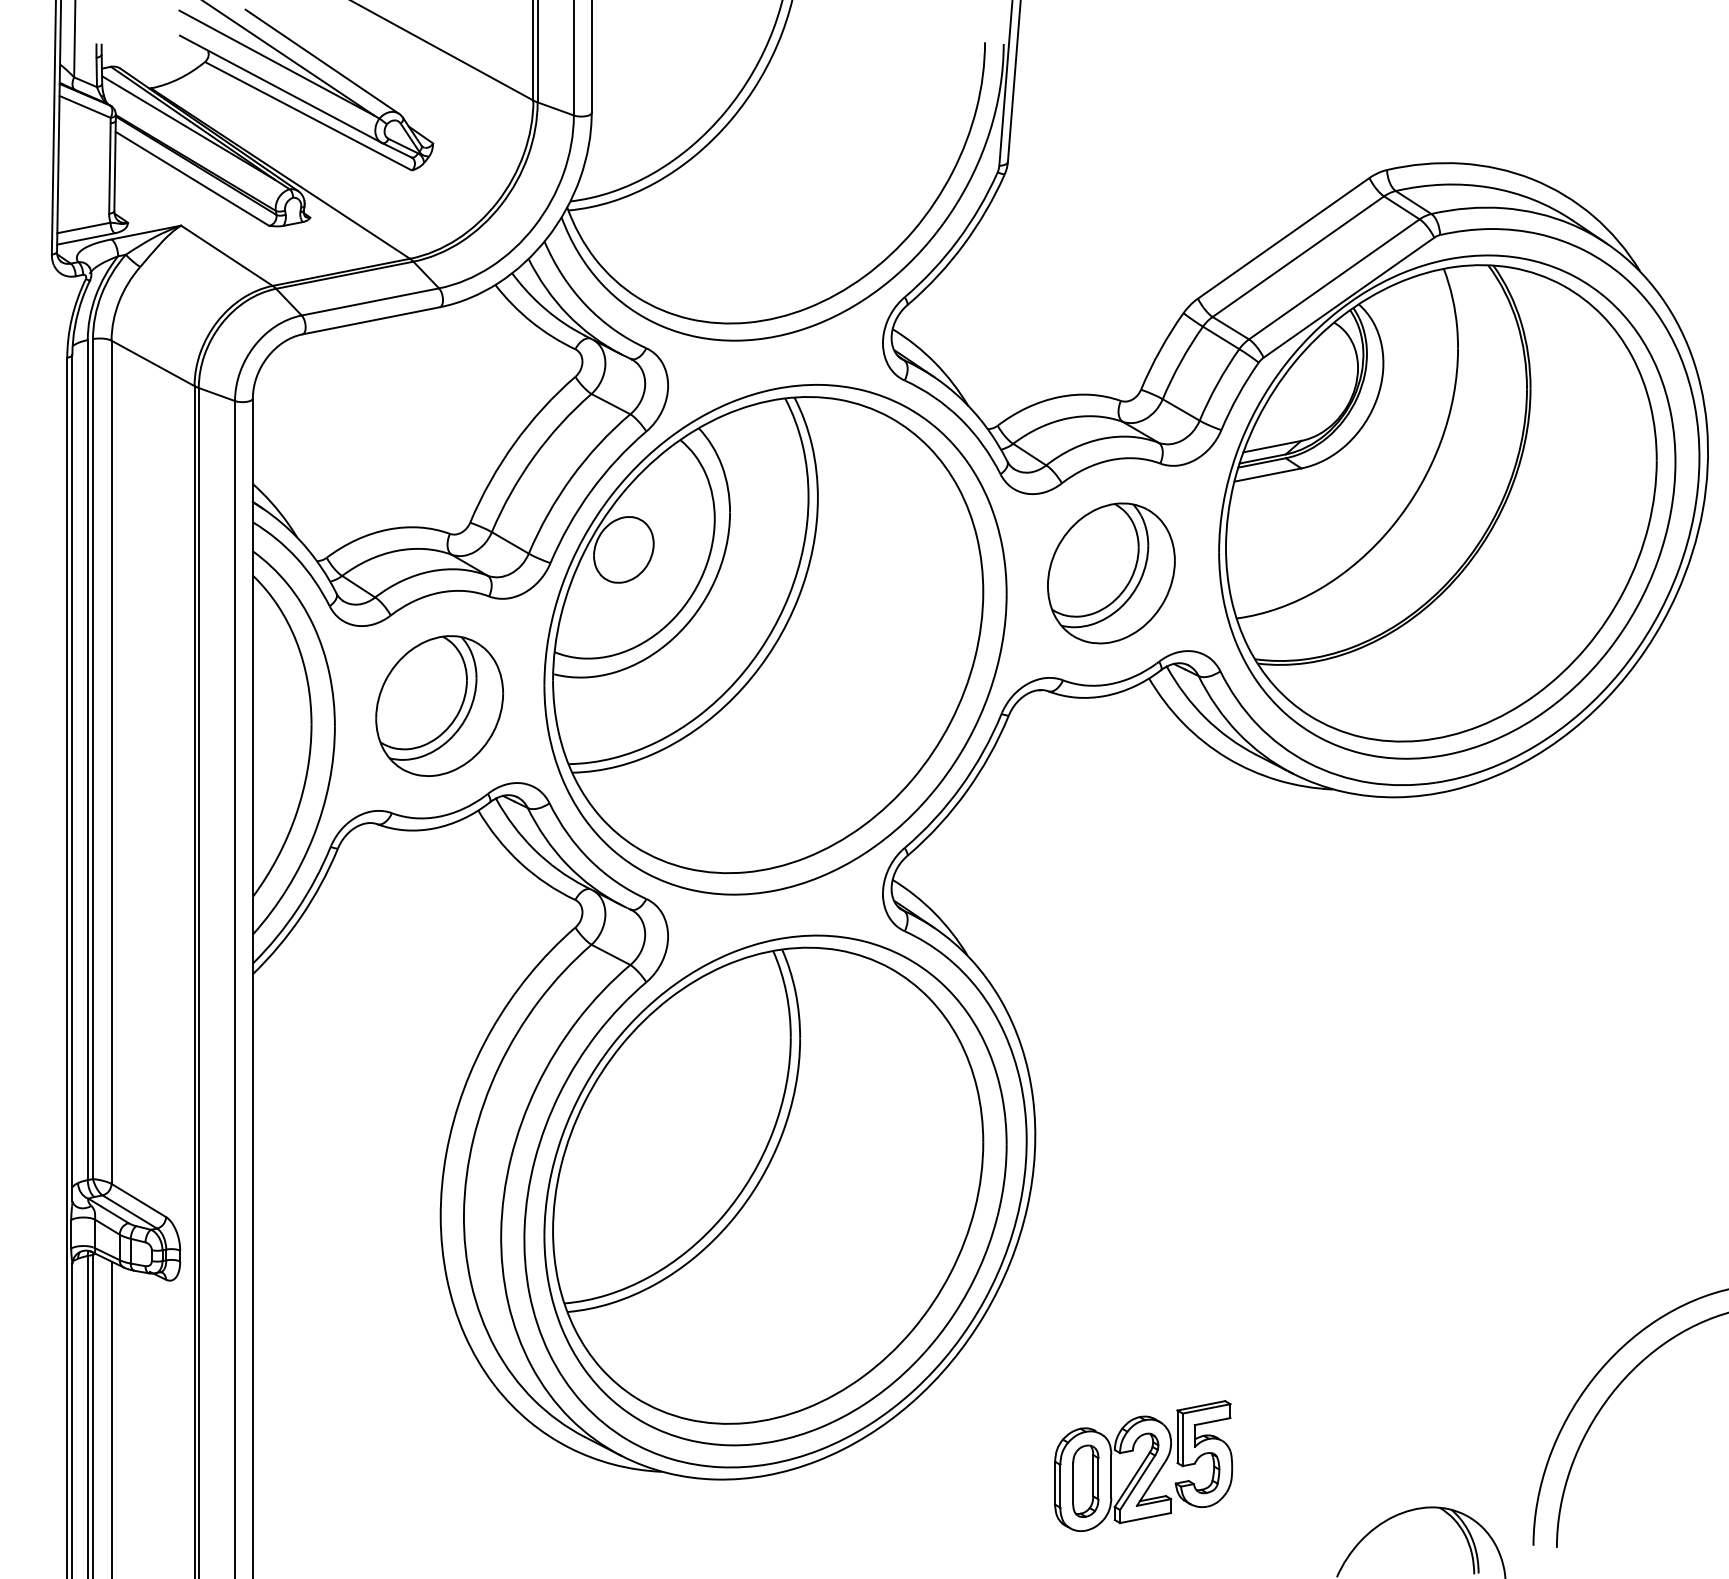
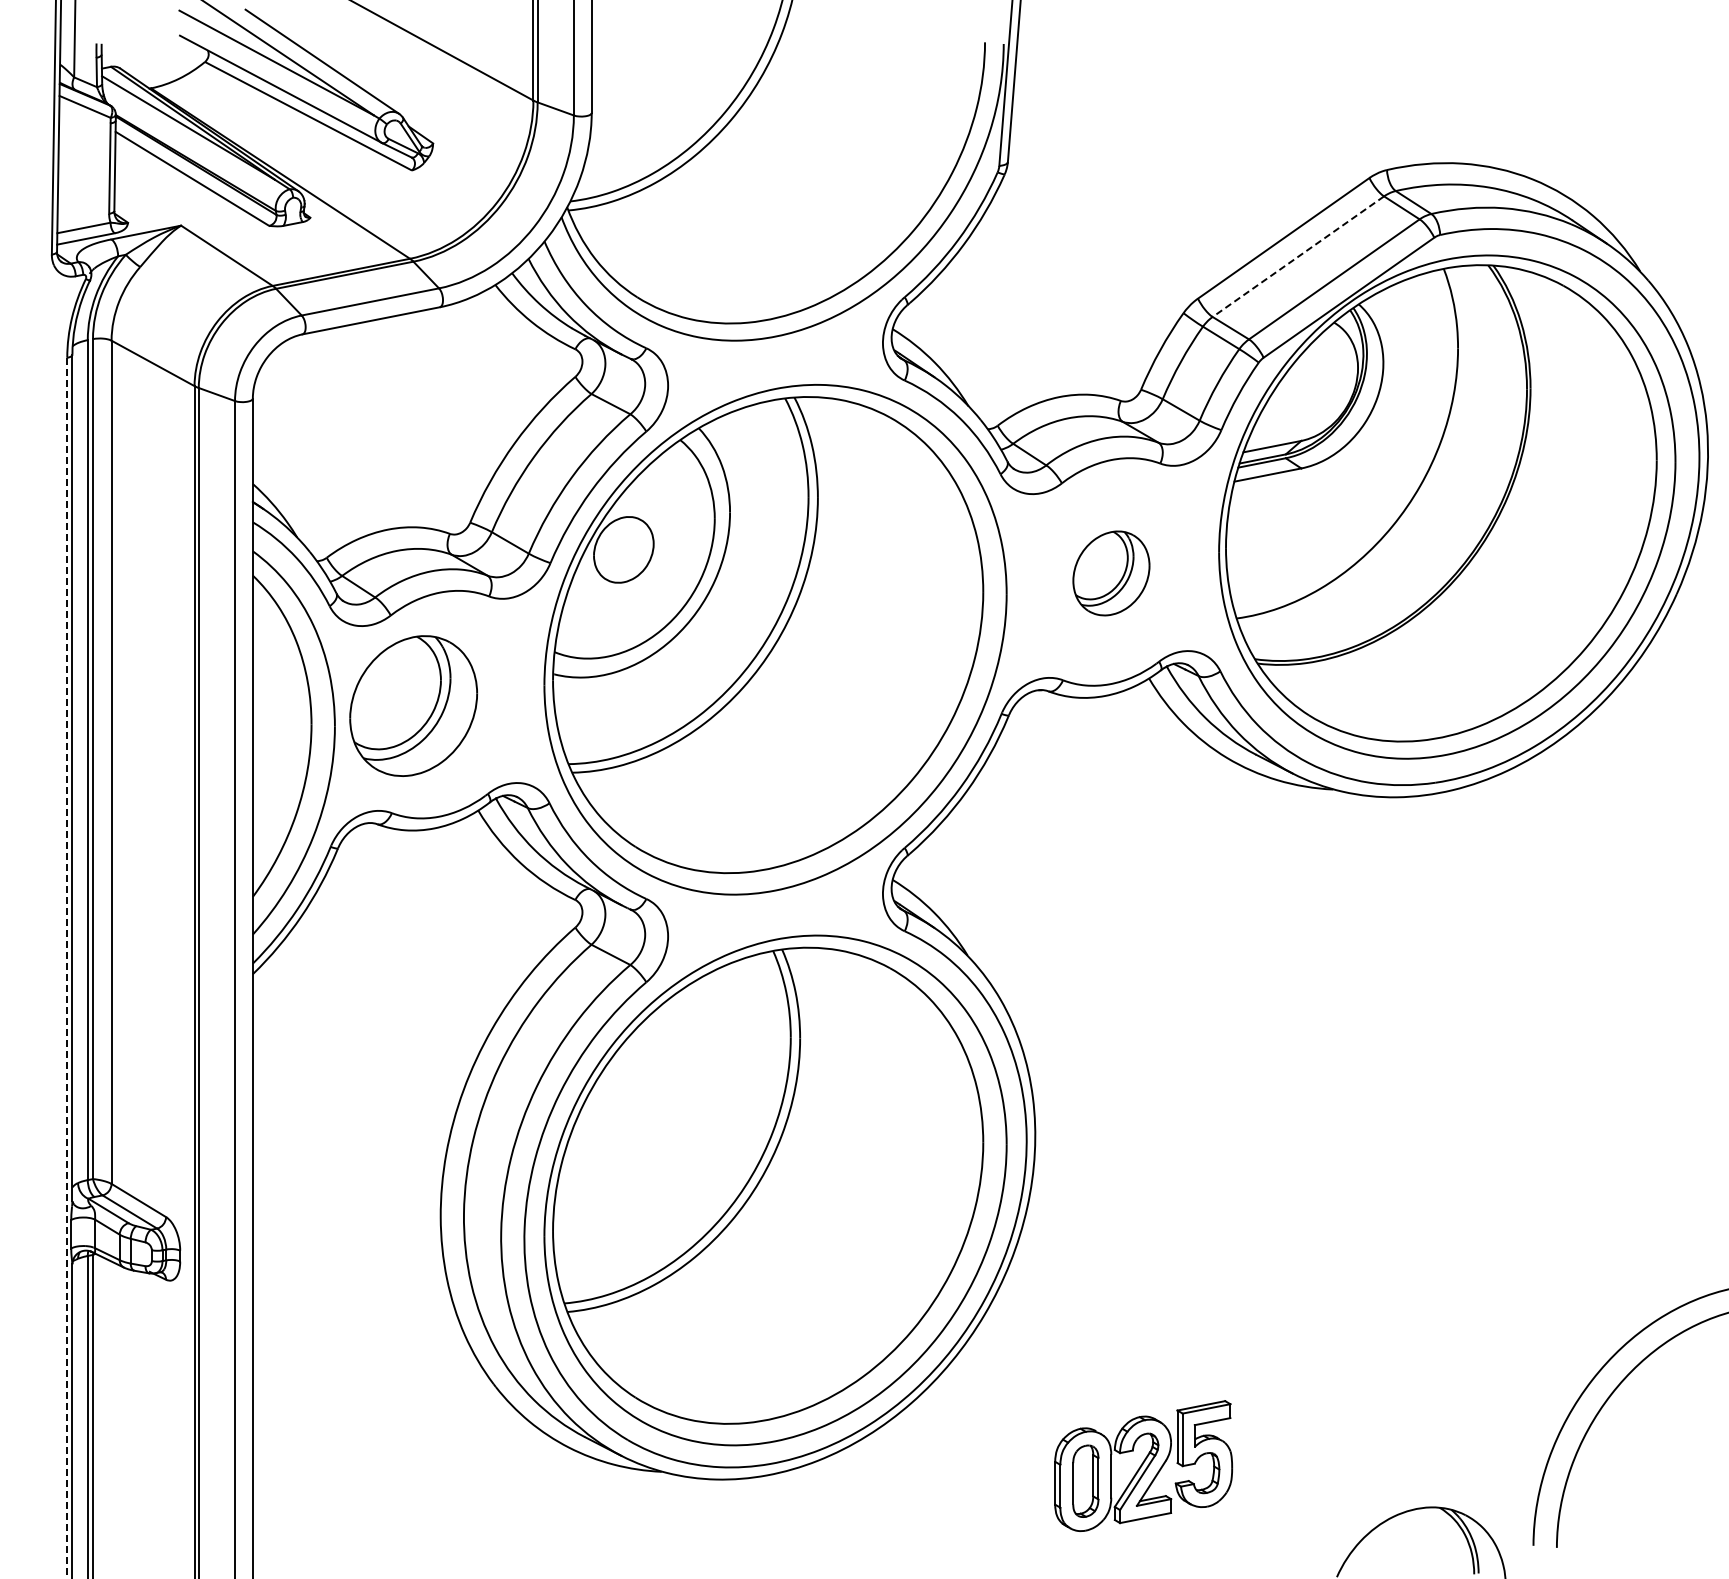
line at (1298, 256): solid -> dashed
part at (1111, 573) size: 129x143 px -> 79x87 px
part at (439, 705) position: (439, 705) -> (413, 705)
line at (67, 968): solid -> dashed
line at (111, 1418): present -> none
